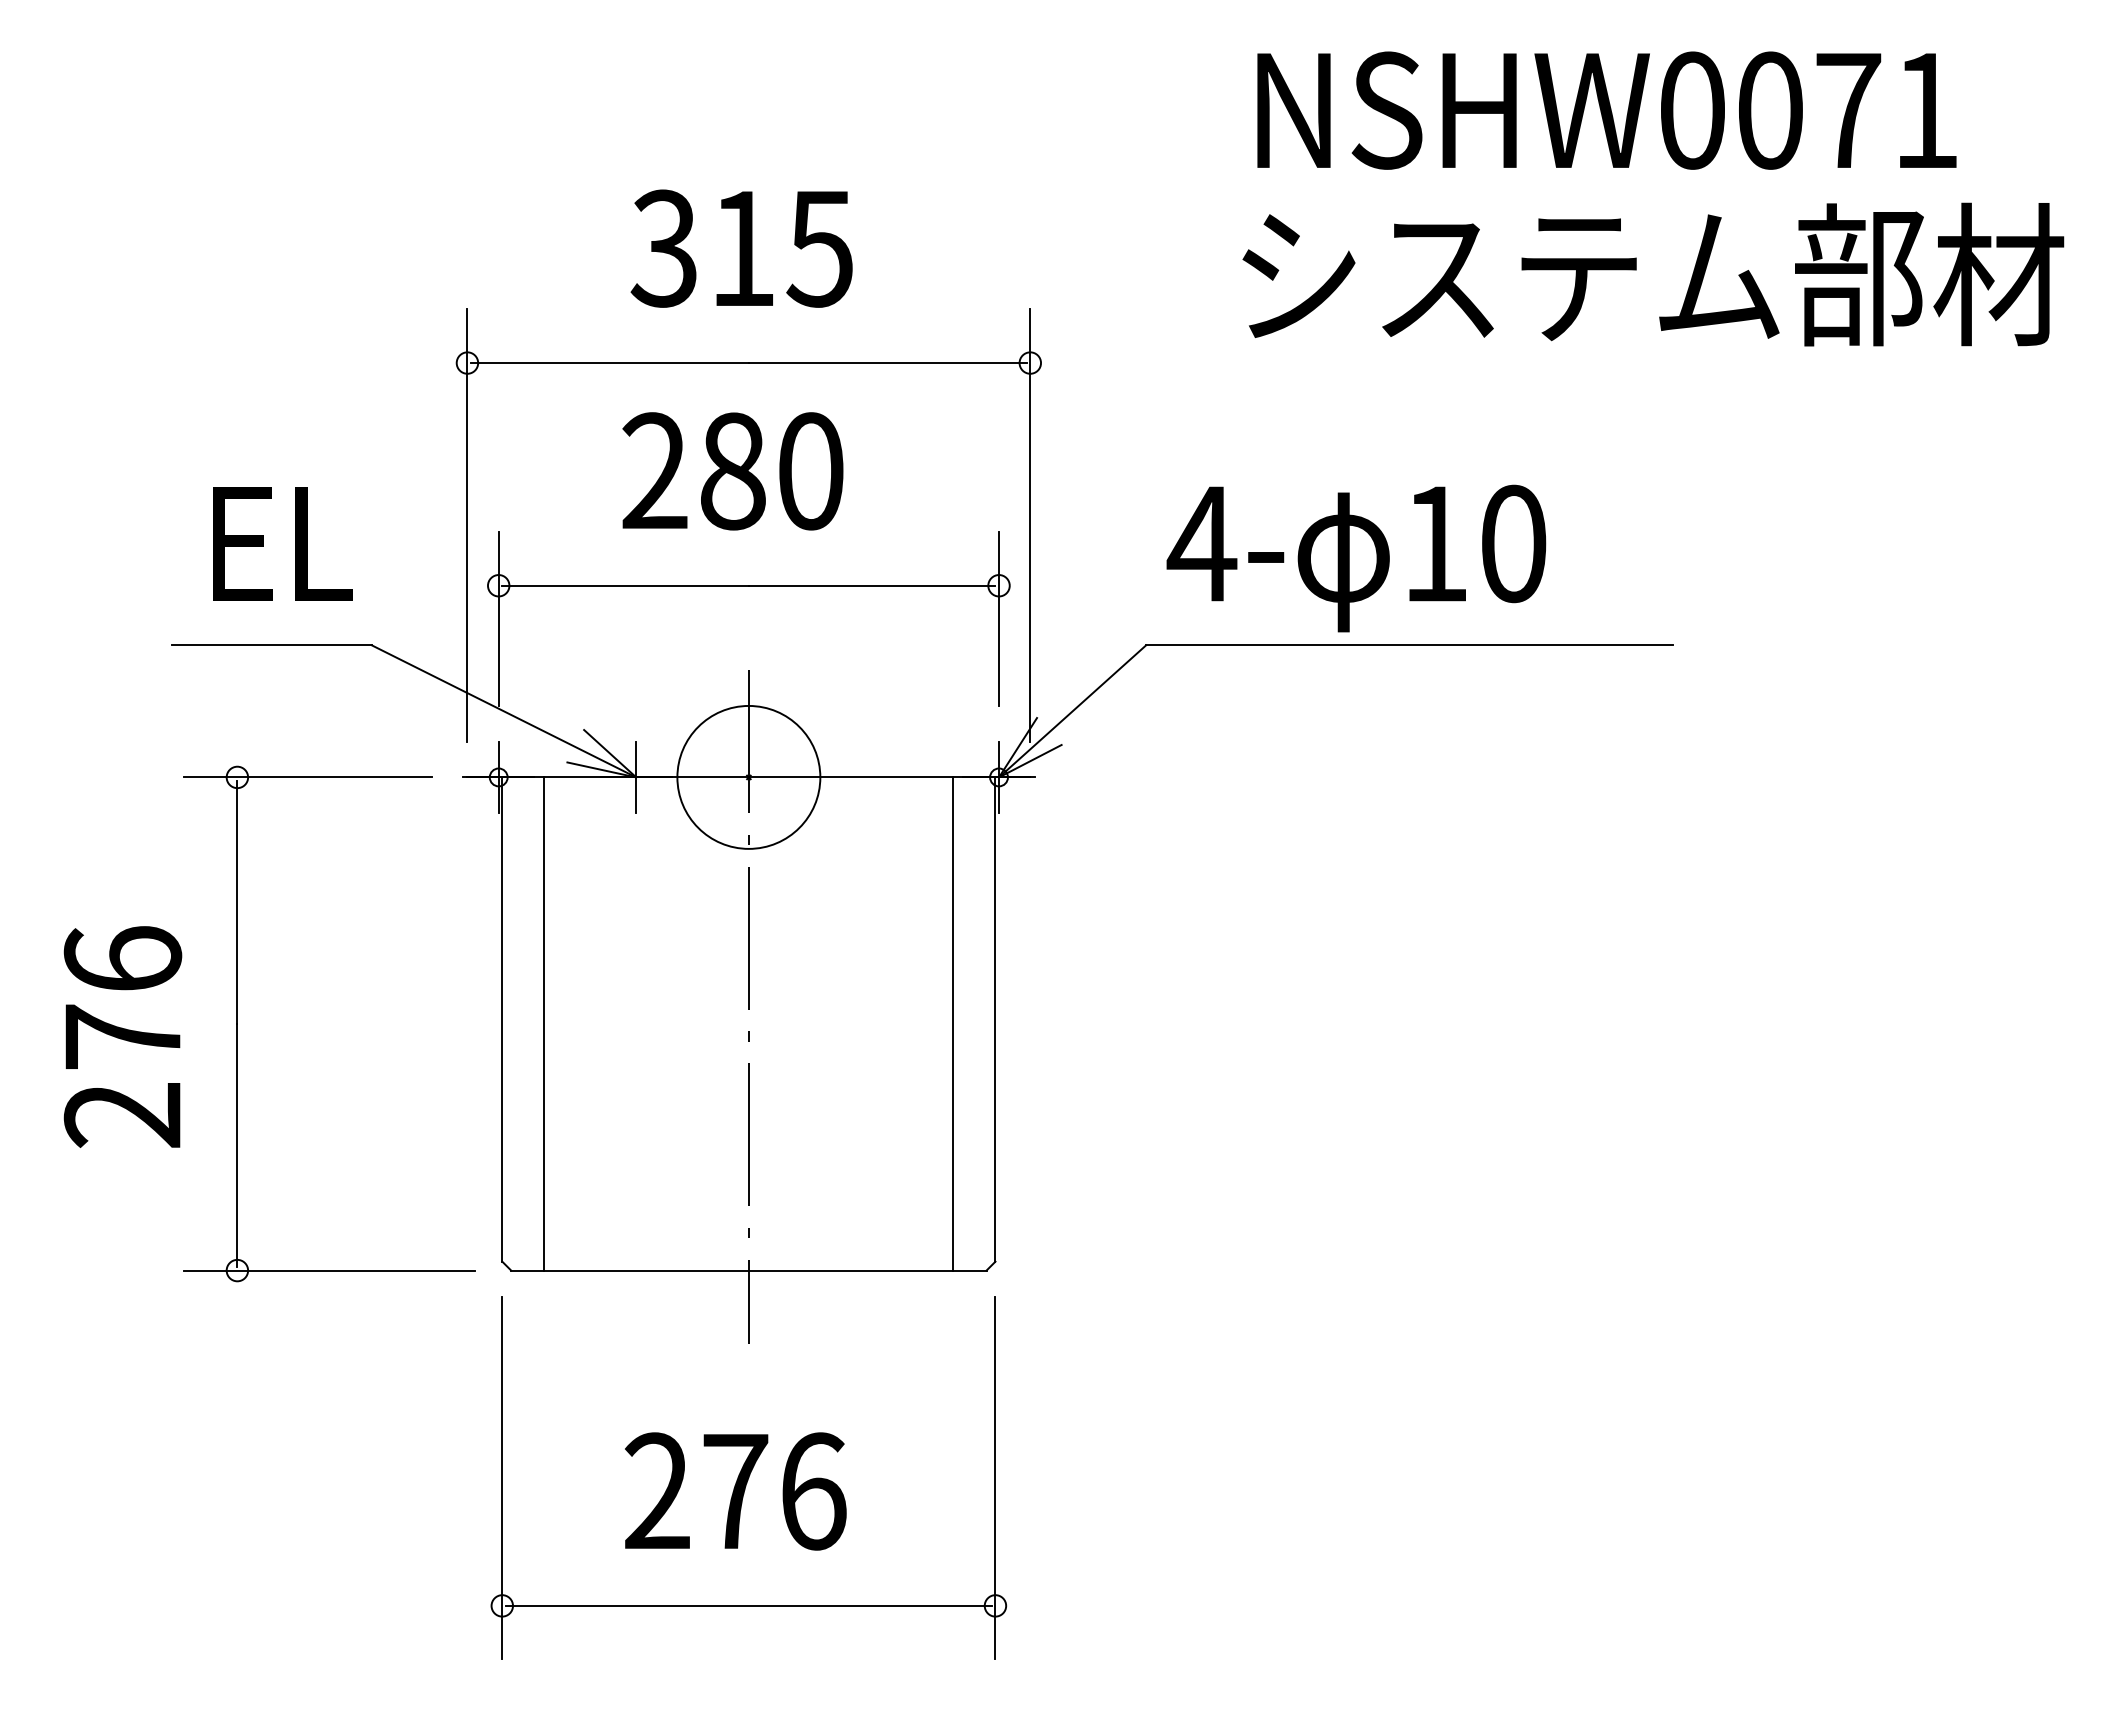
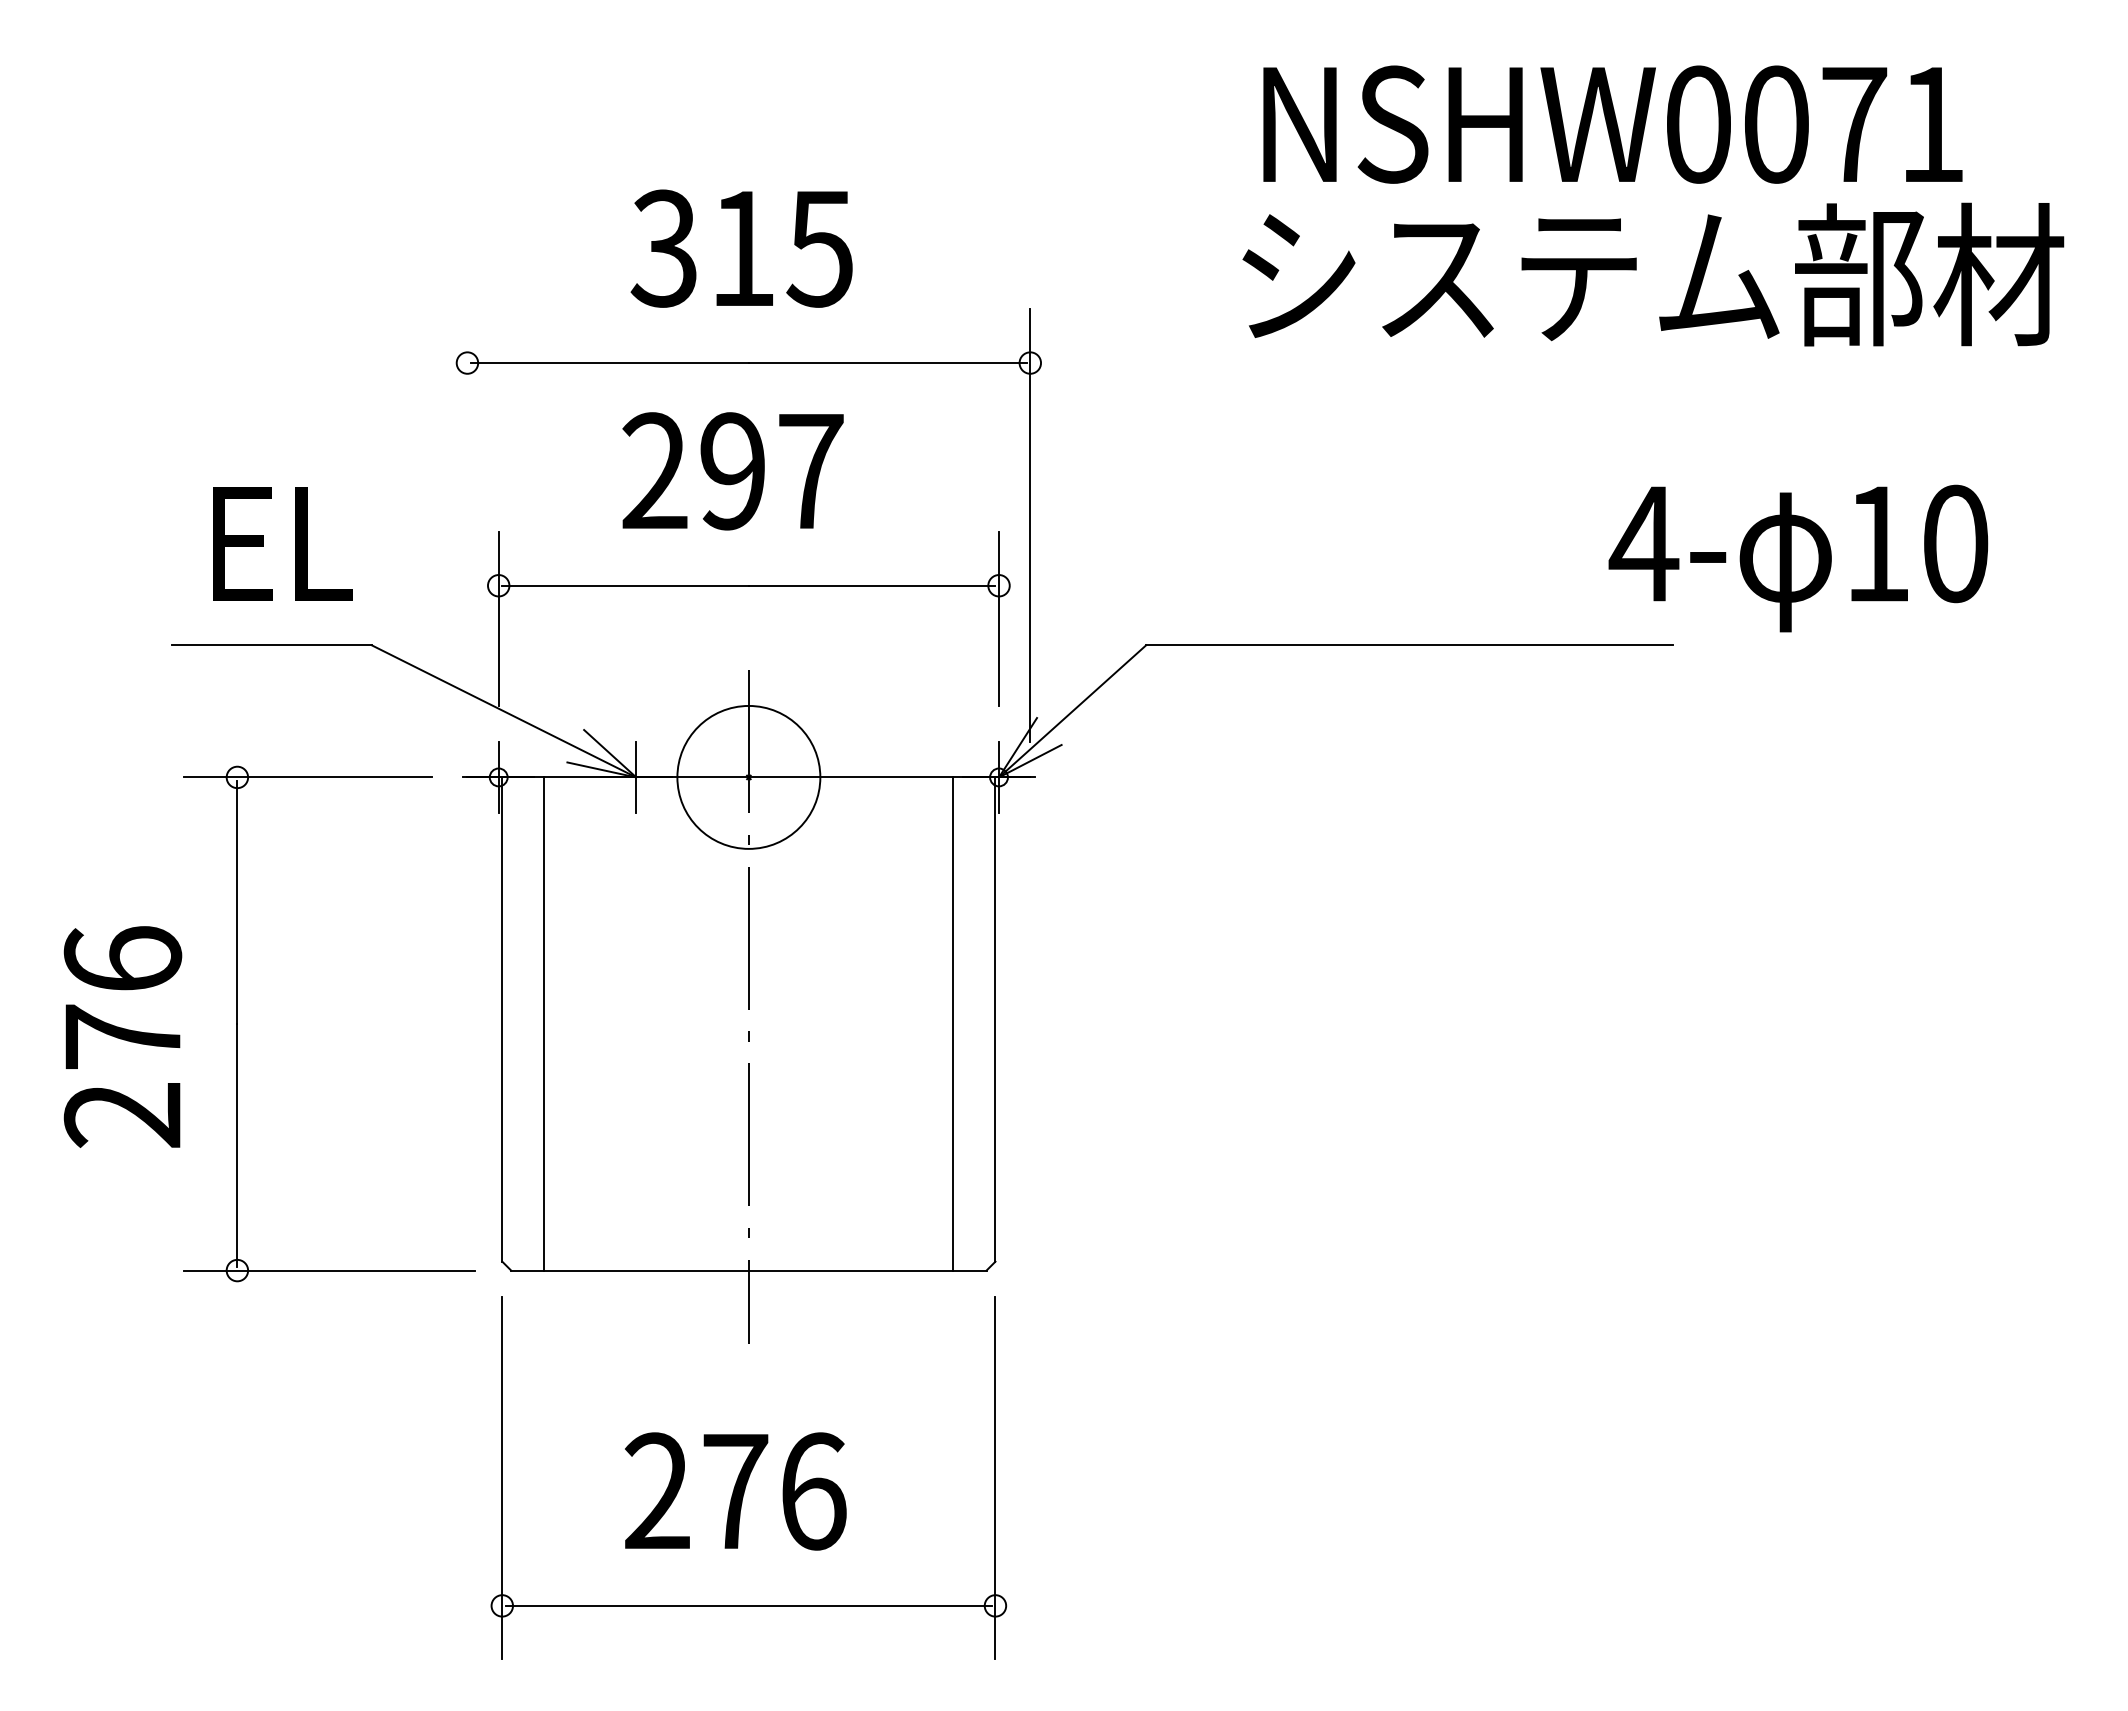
text at (1606, 110) position: (1606, 110) -> (1612, 124)
text at (771, 471): 280 -> 297
line at (467, 525): present -> none
text at (1356, 558) position: (1356, 558) -> (1798, 558)
